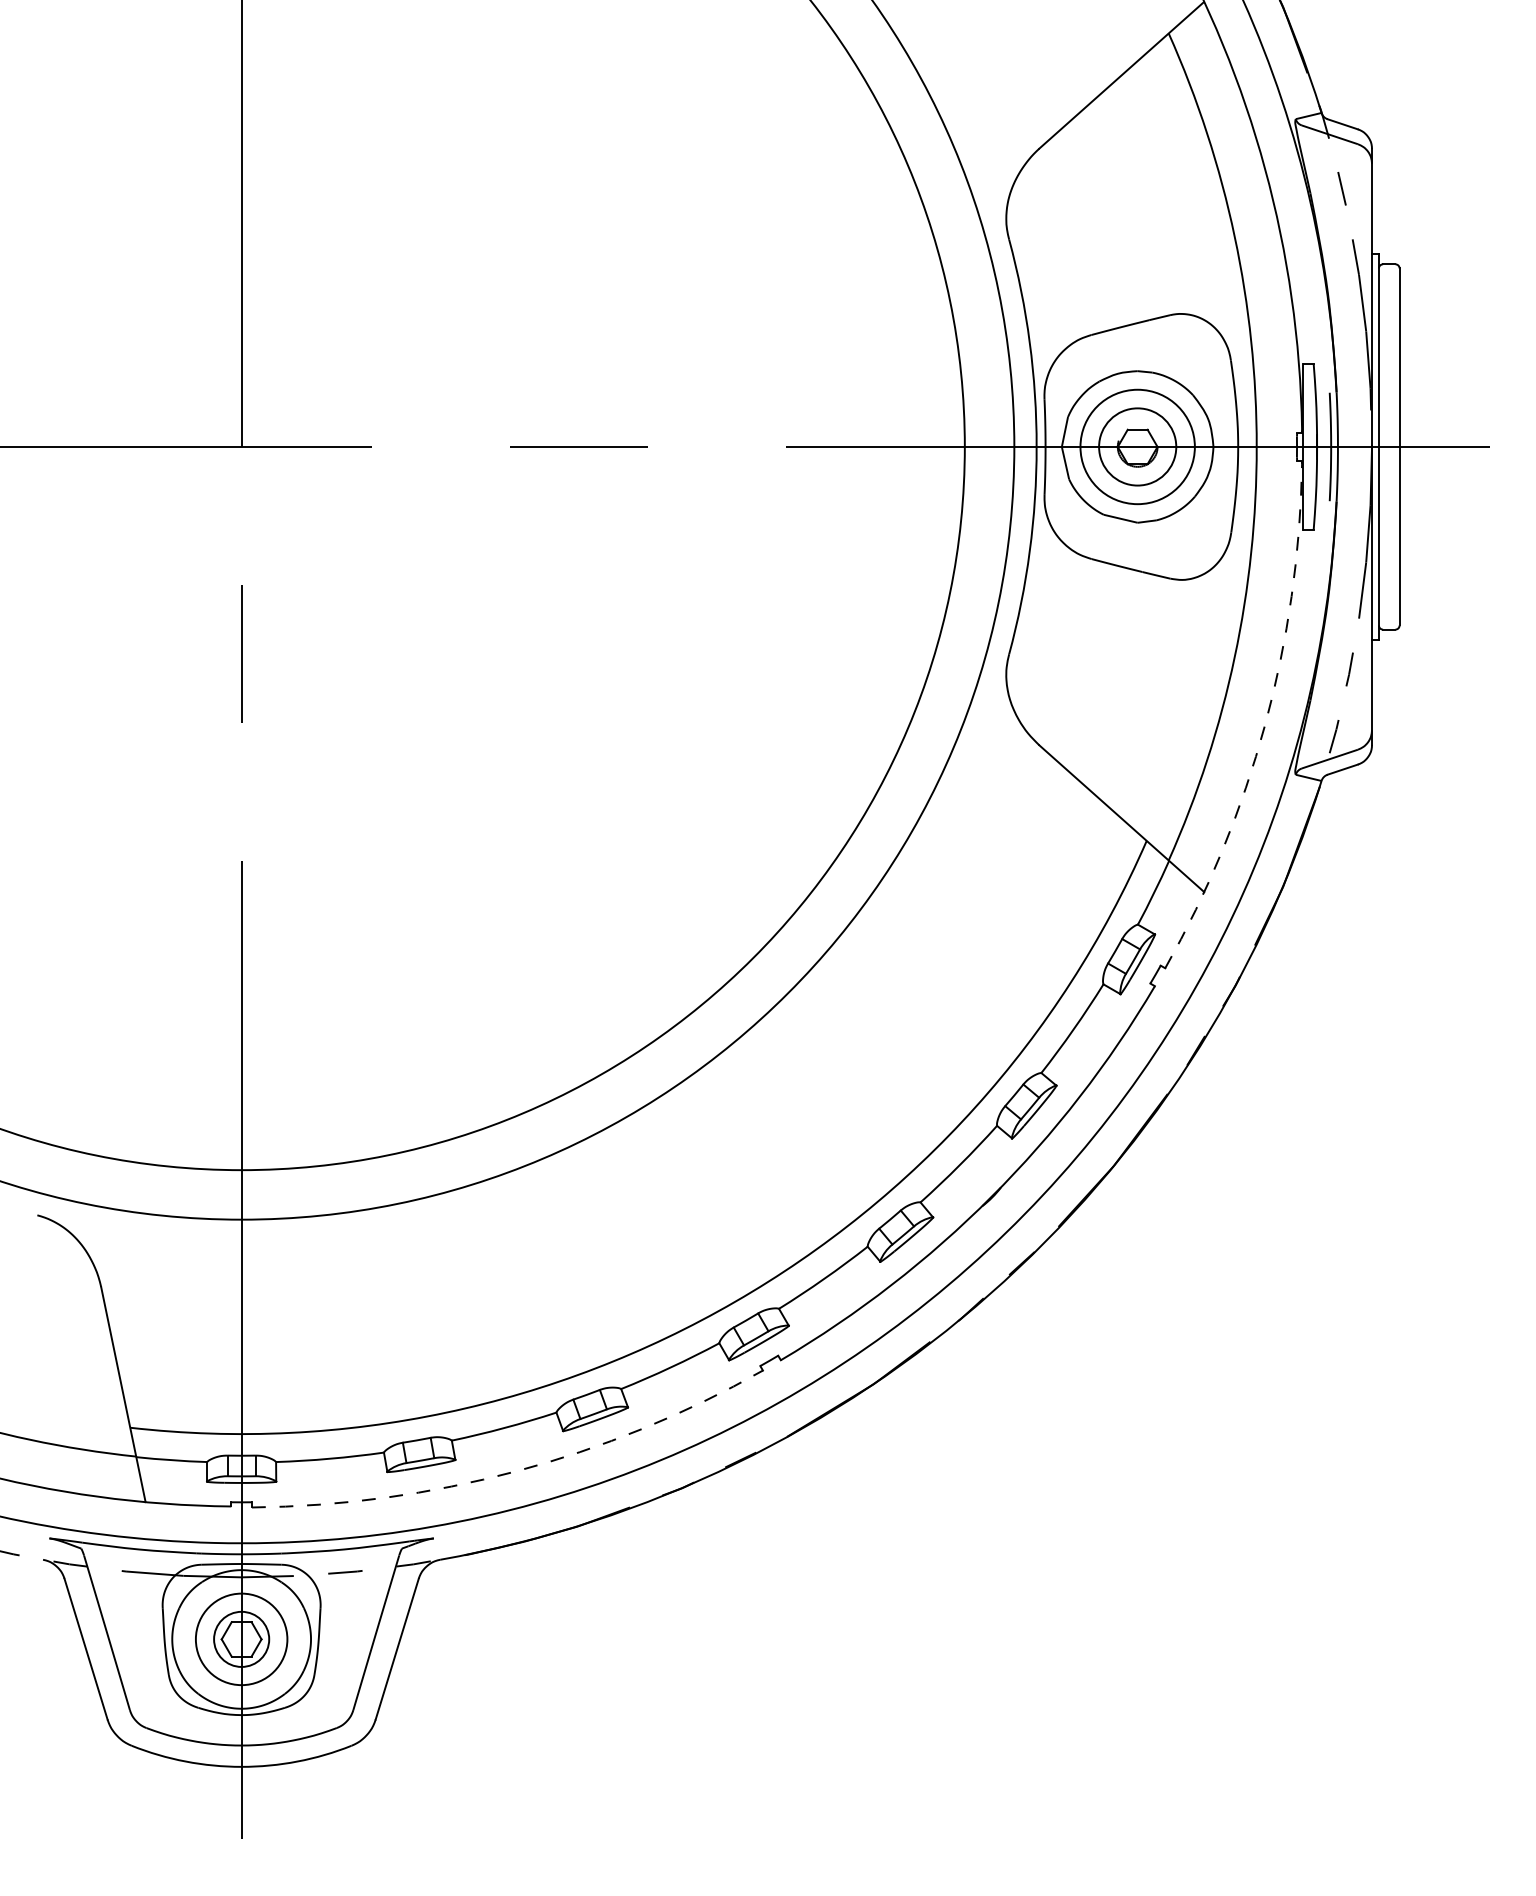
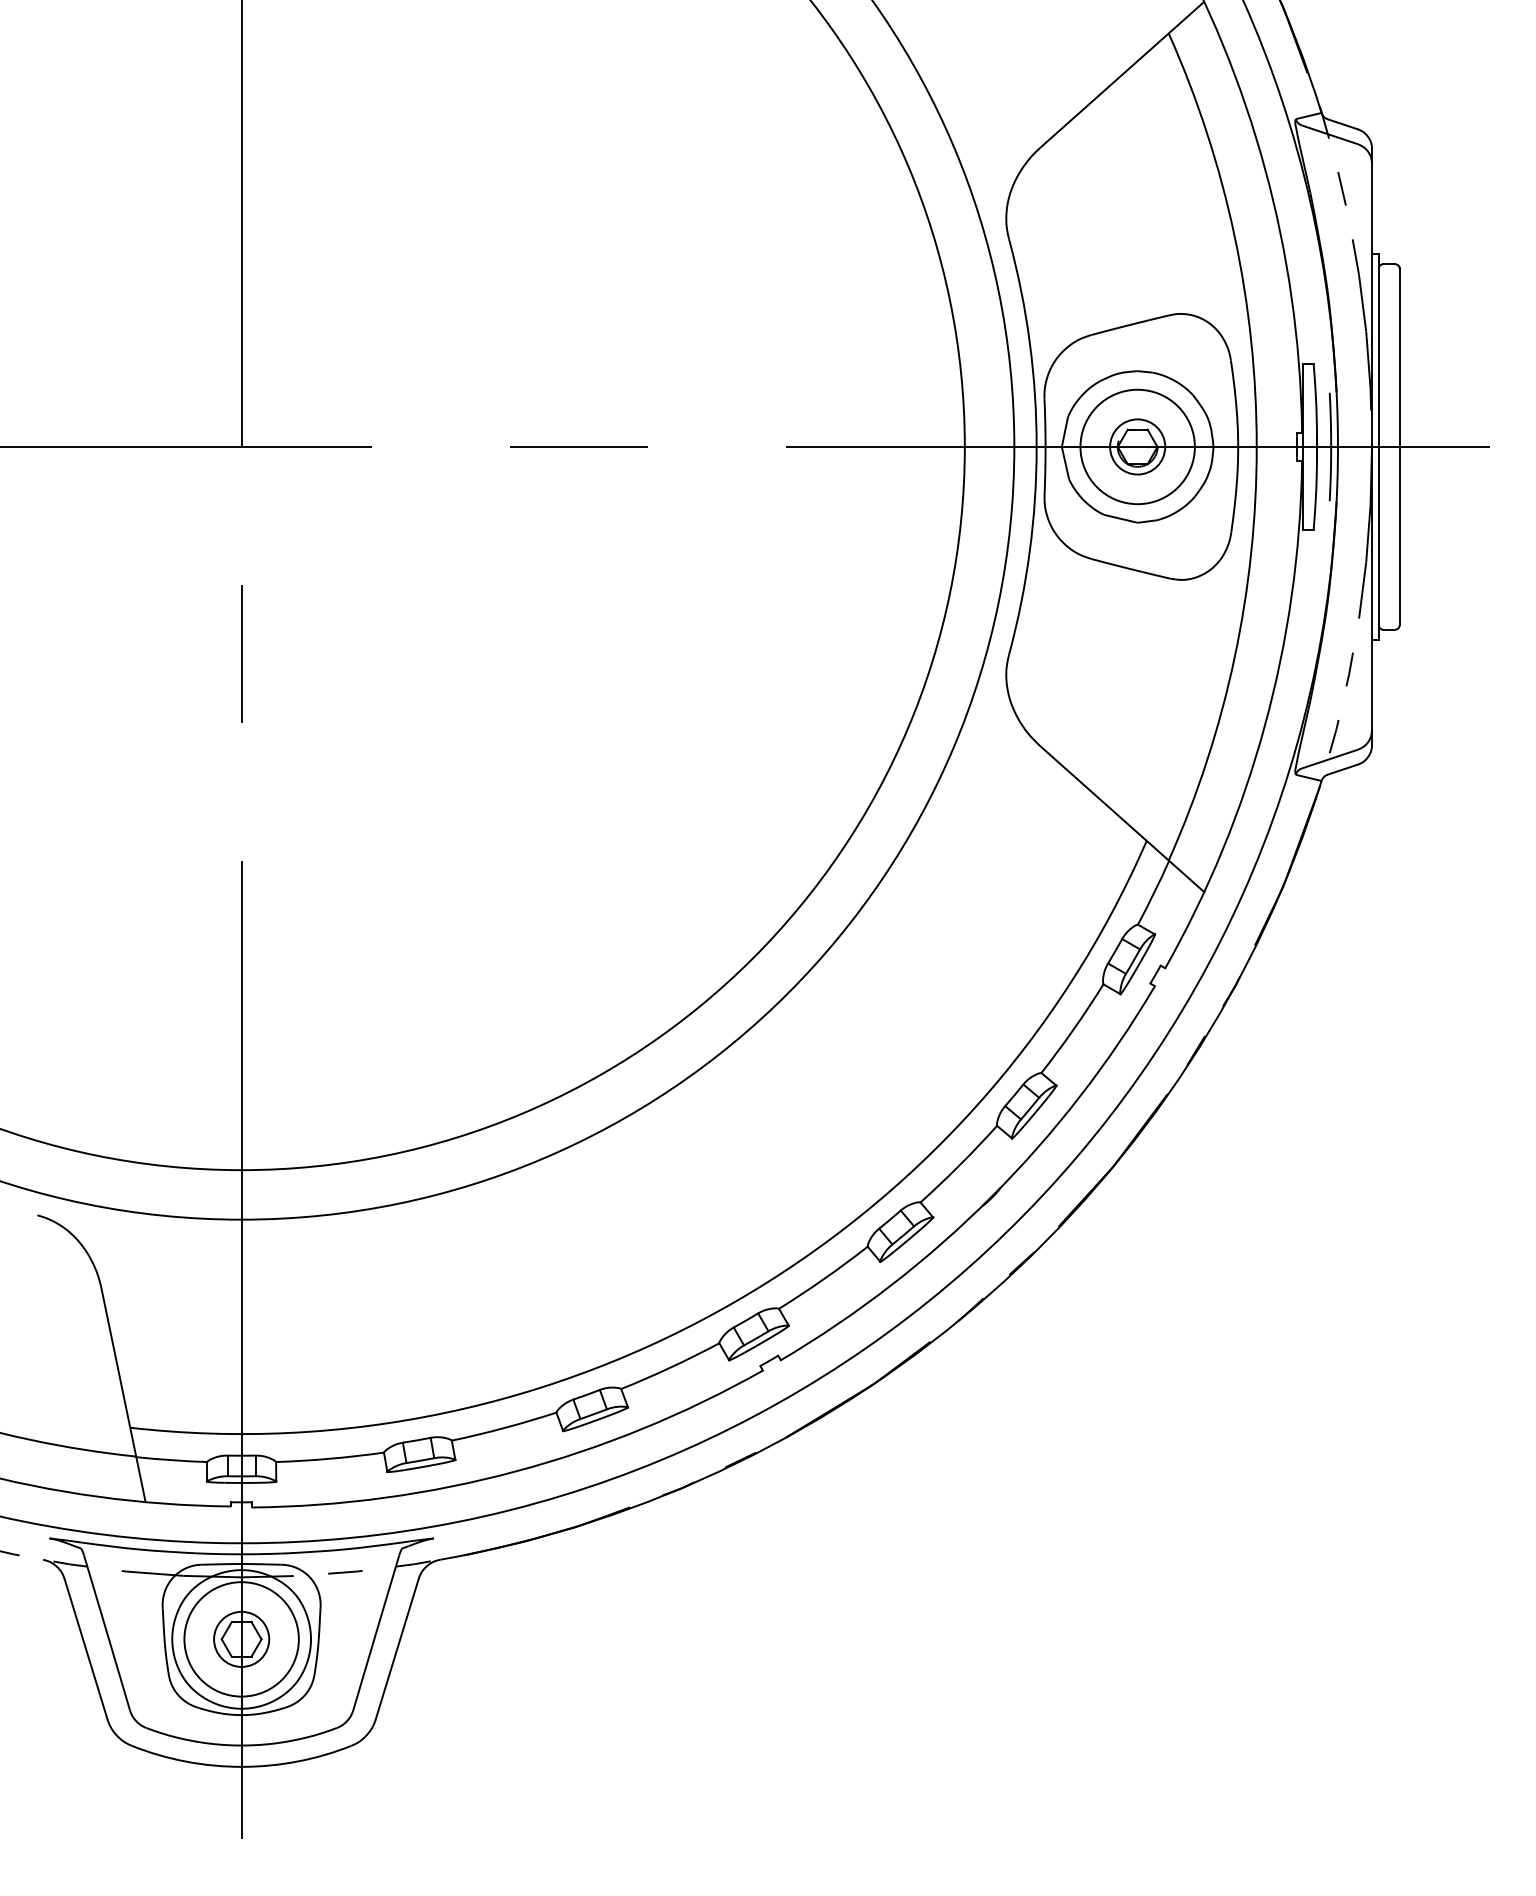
circle at (1137, 446) diameter: 77 px -> 55 px
arc at (1265, 725): dashed -> solid
arc at (516, 1471): dashed -> solid
circle at (241, 1639) diameter: 92 px -> 114 px
